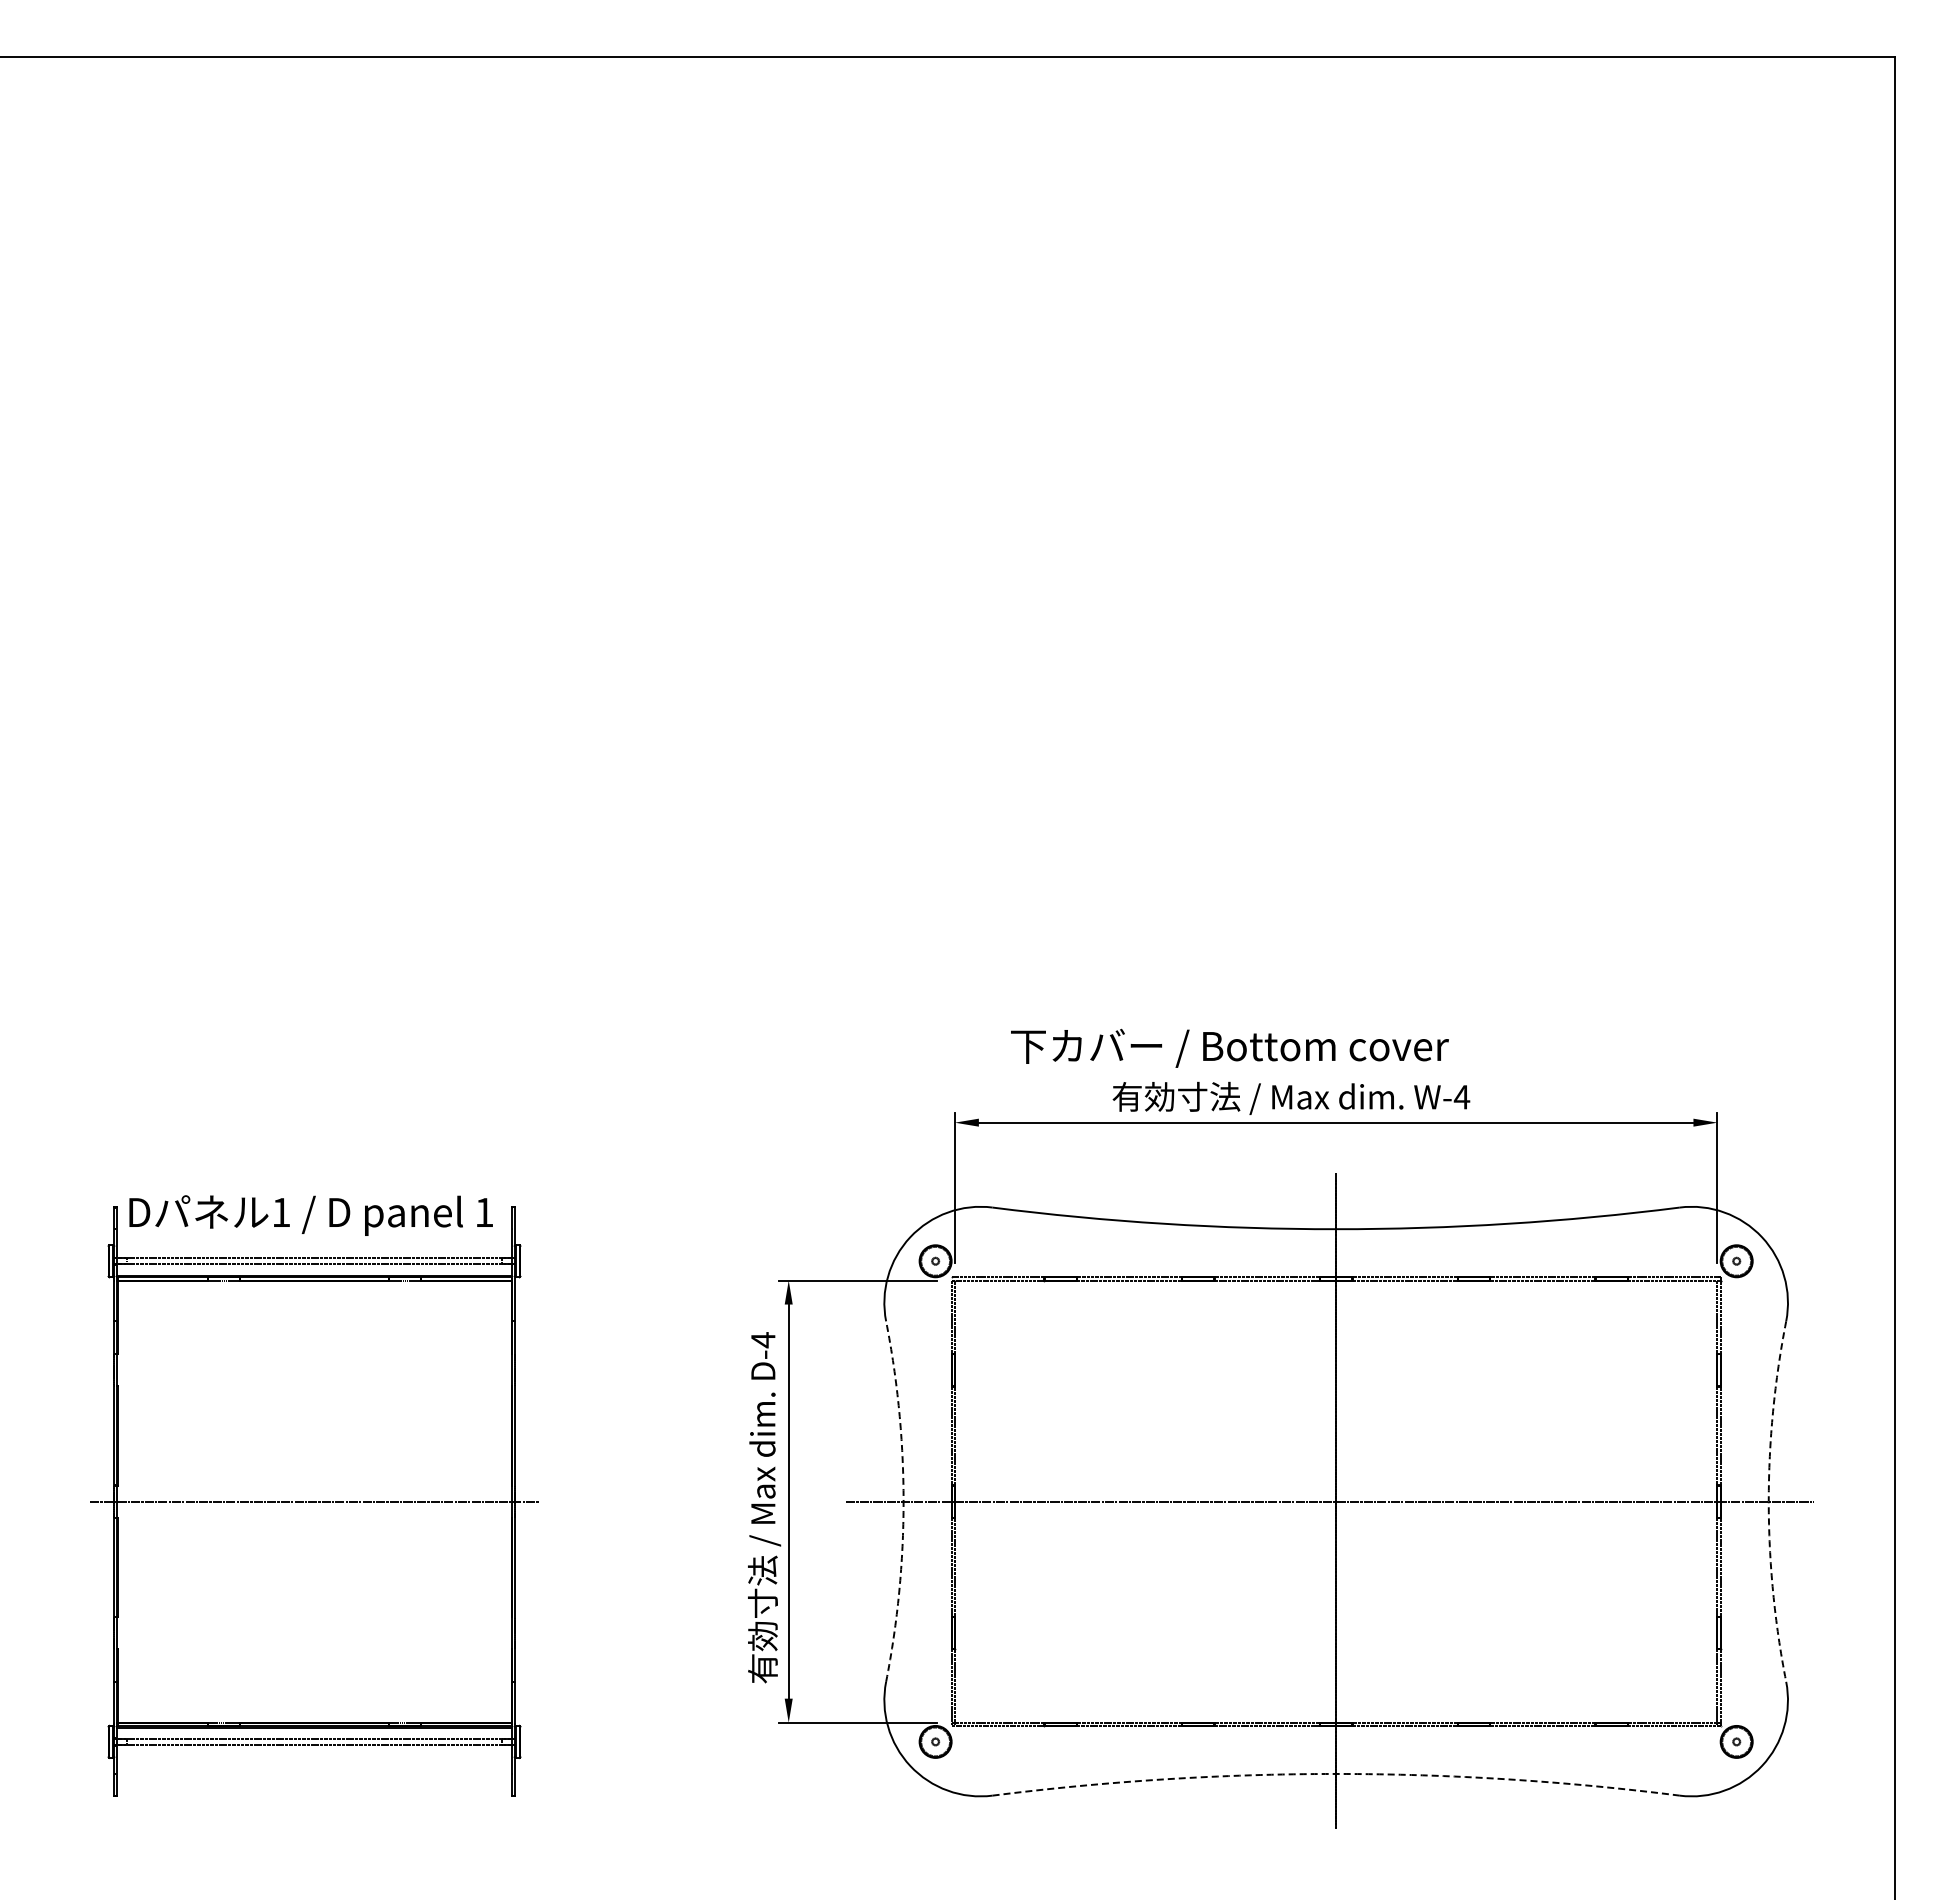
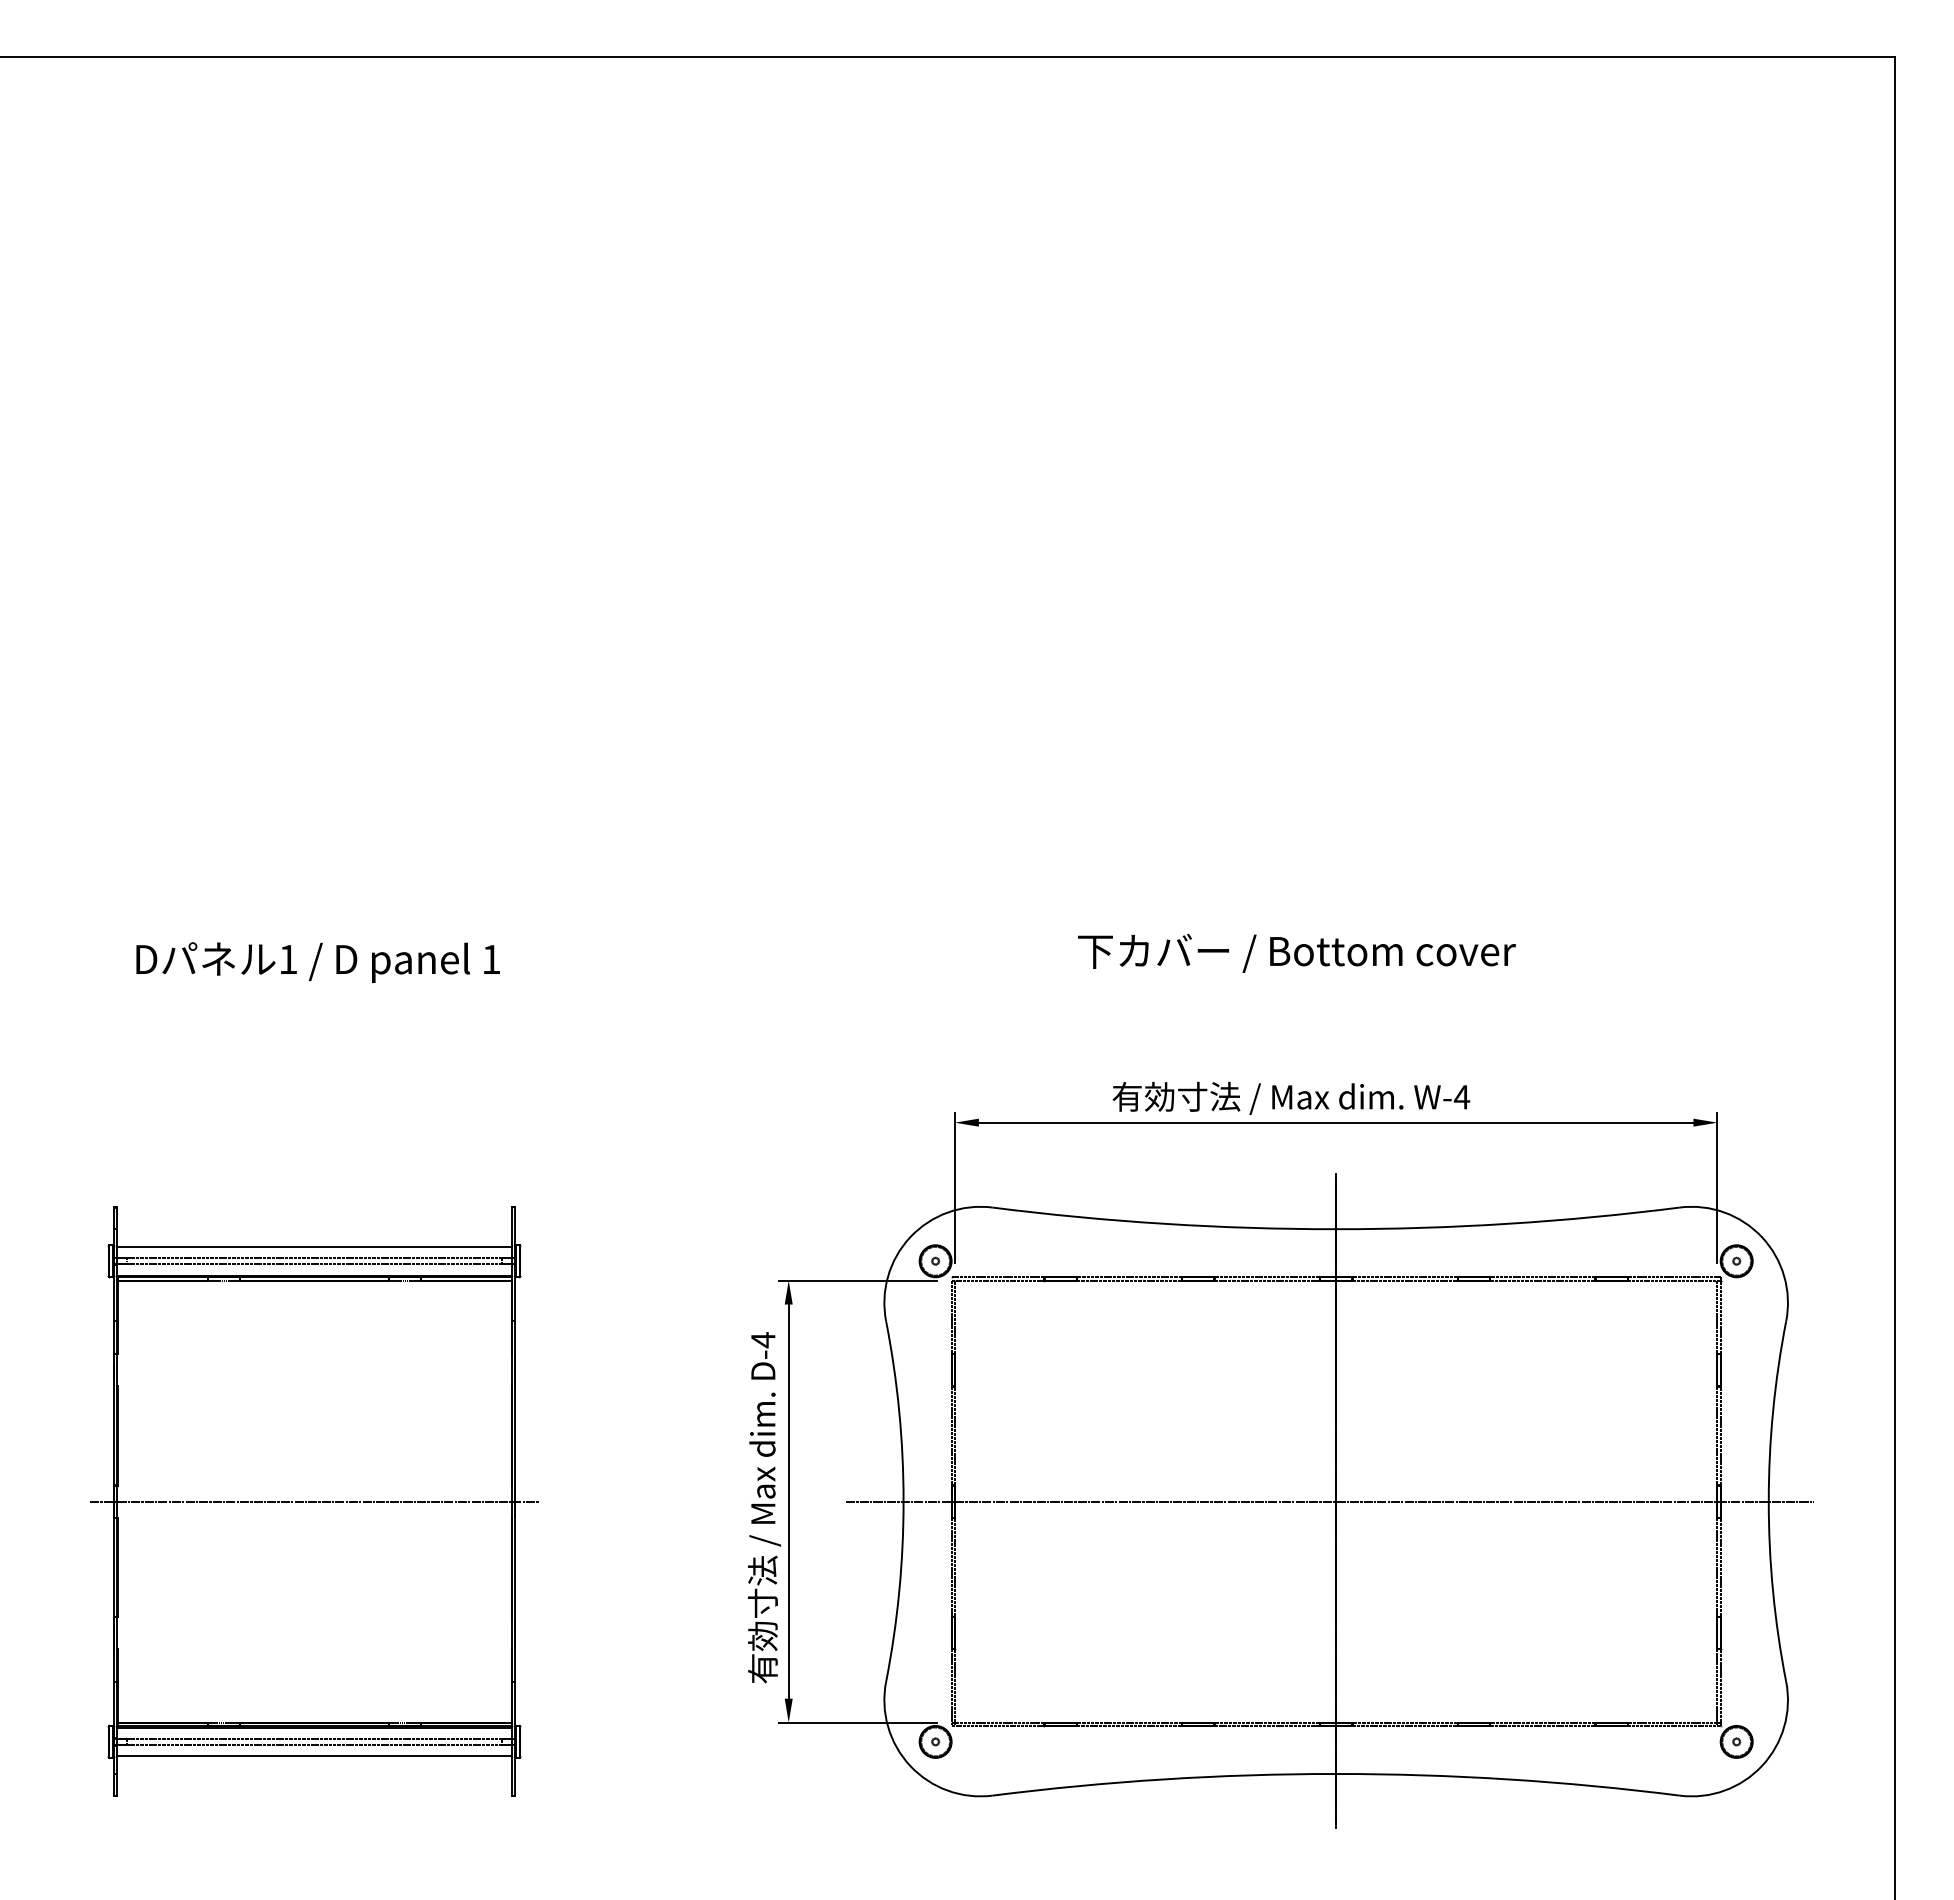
text at (1229, 1047) position: (1229, 1047) -> (1296, 952)
text at (310, 1215) position: (310, 1215) -> (317, 962)
line at (314, 1246): none -> present
arc at (903, 1501): dashed -> solid
arc at (1768, 1501): dashed -> solid
line at (314, 1756): none -> present
arc at (1336, 1773): dashed -> solid
